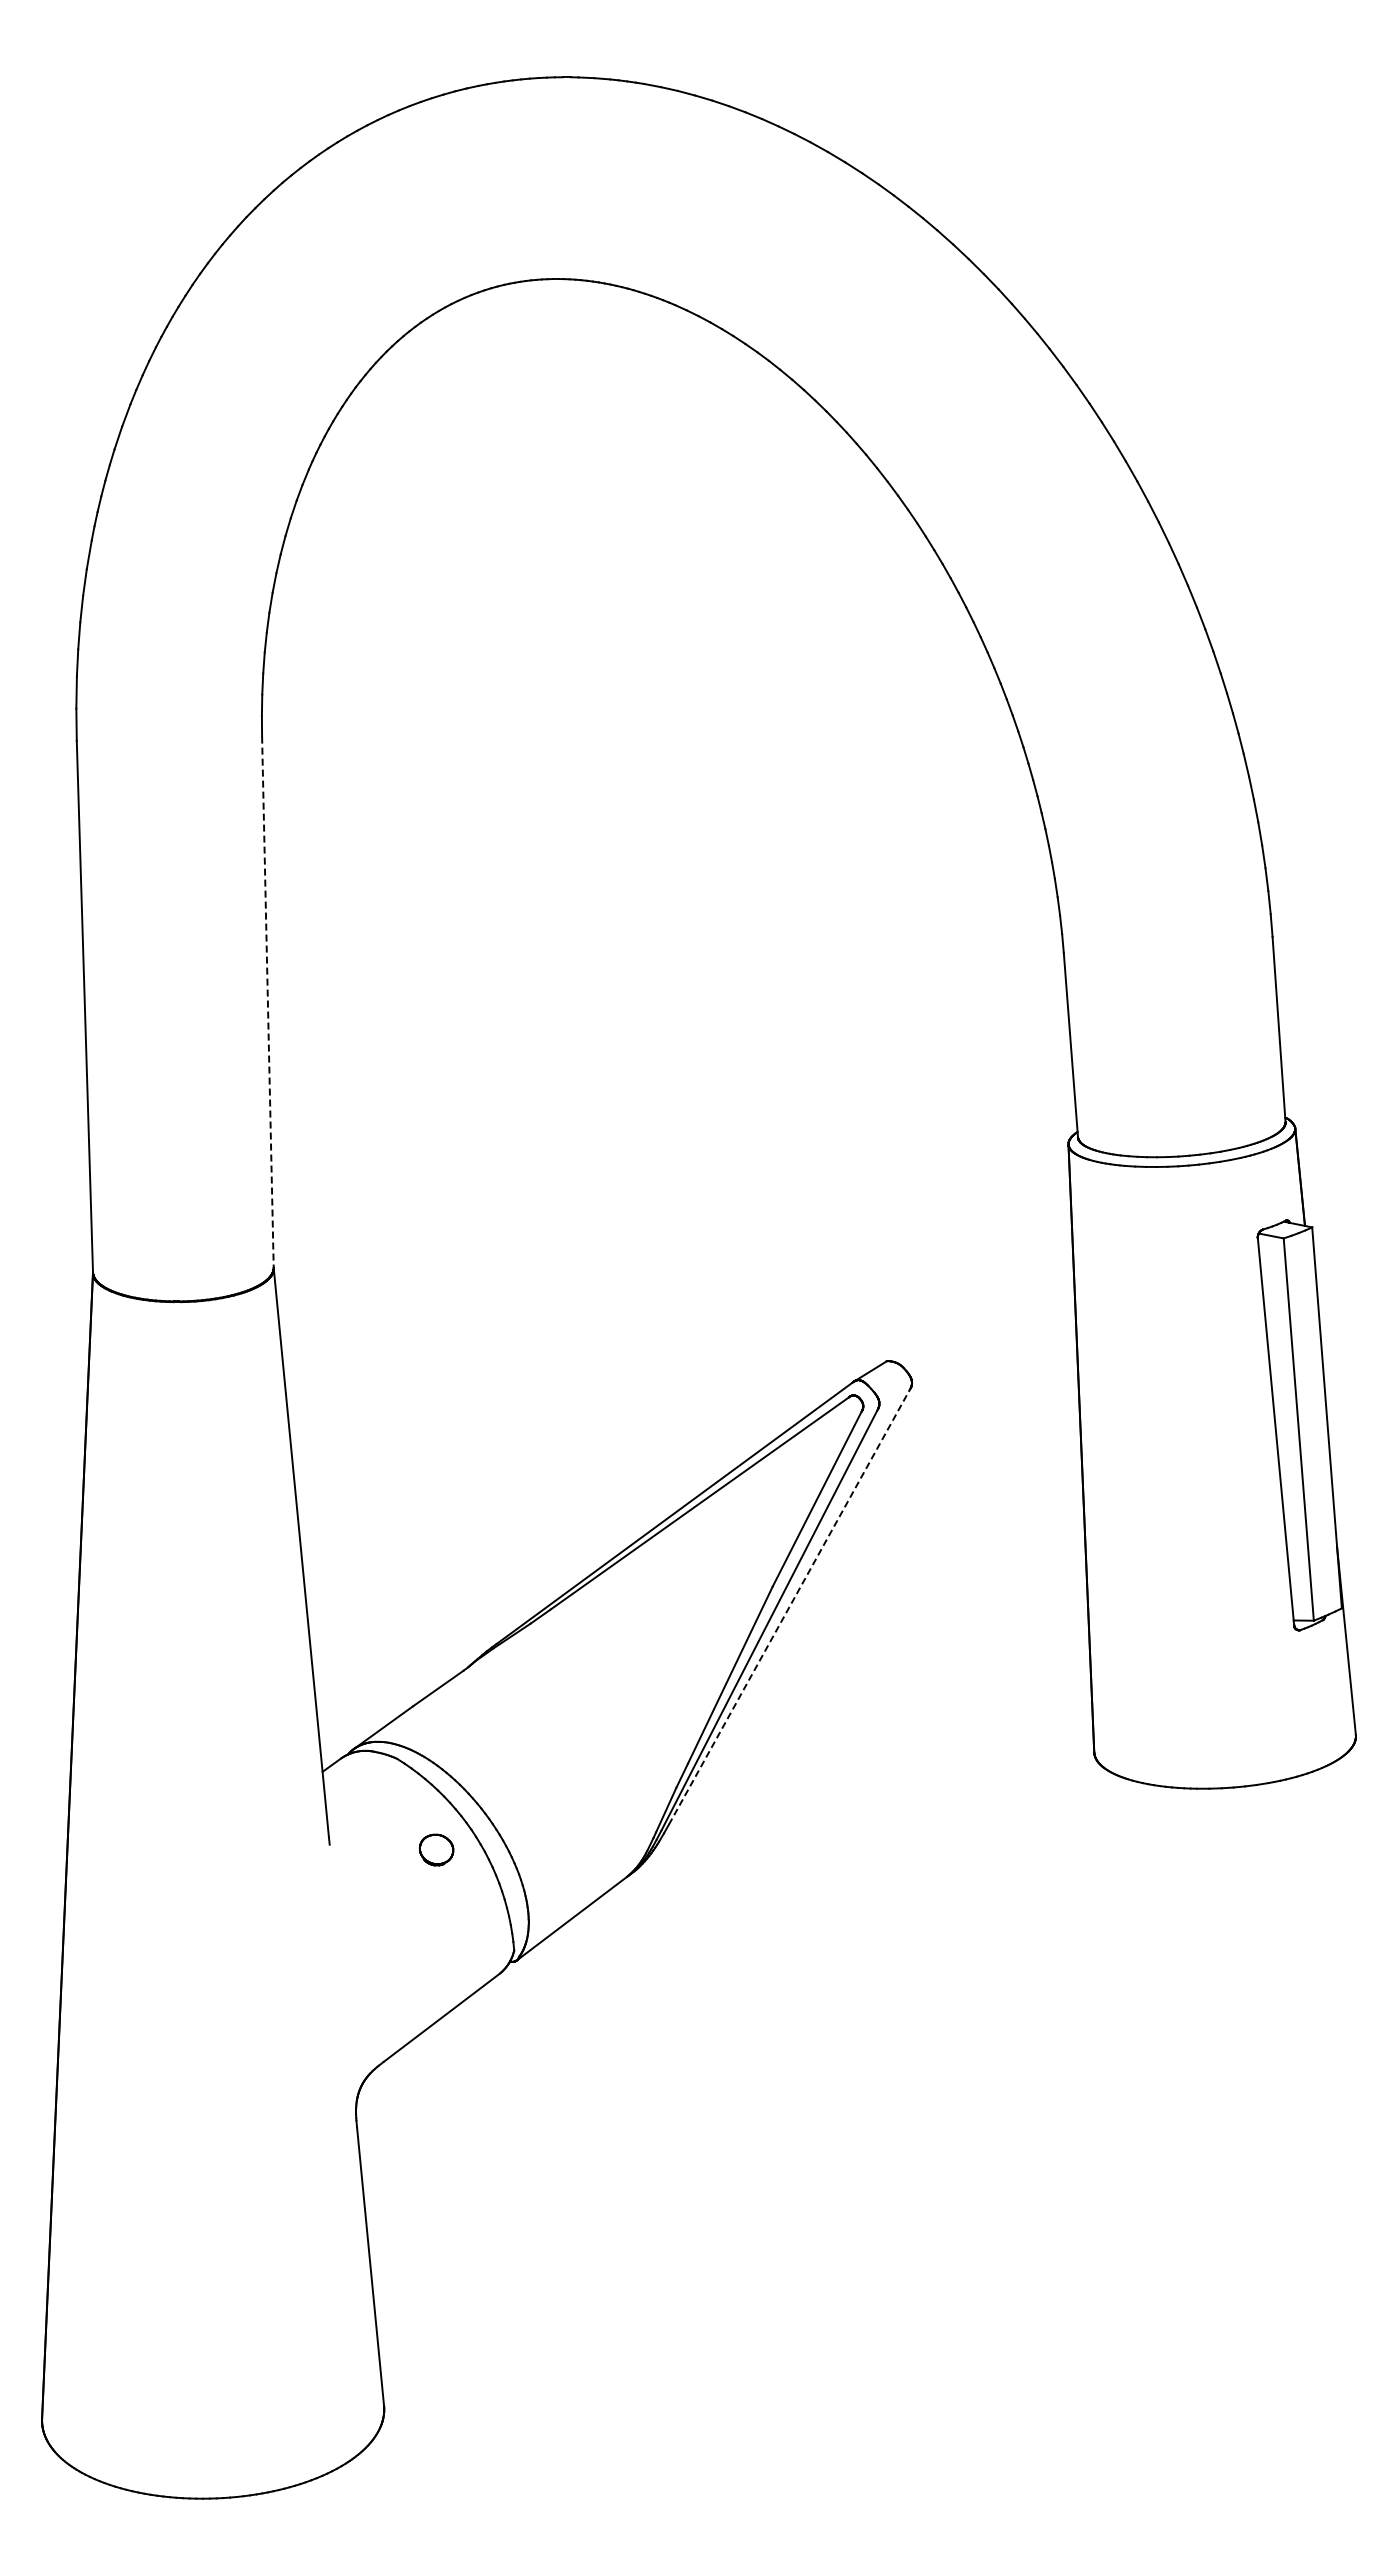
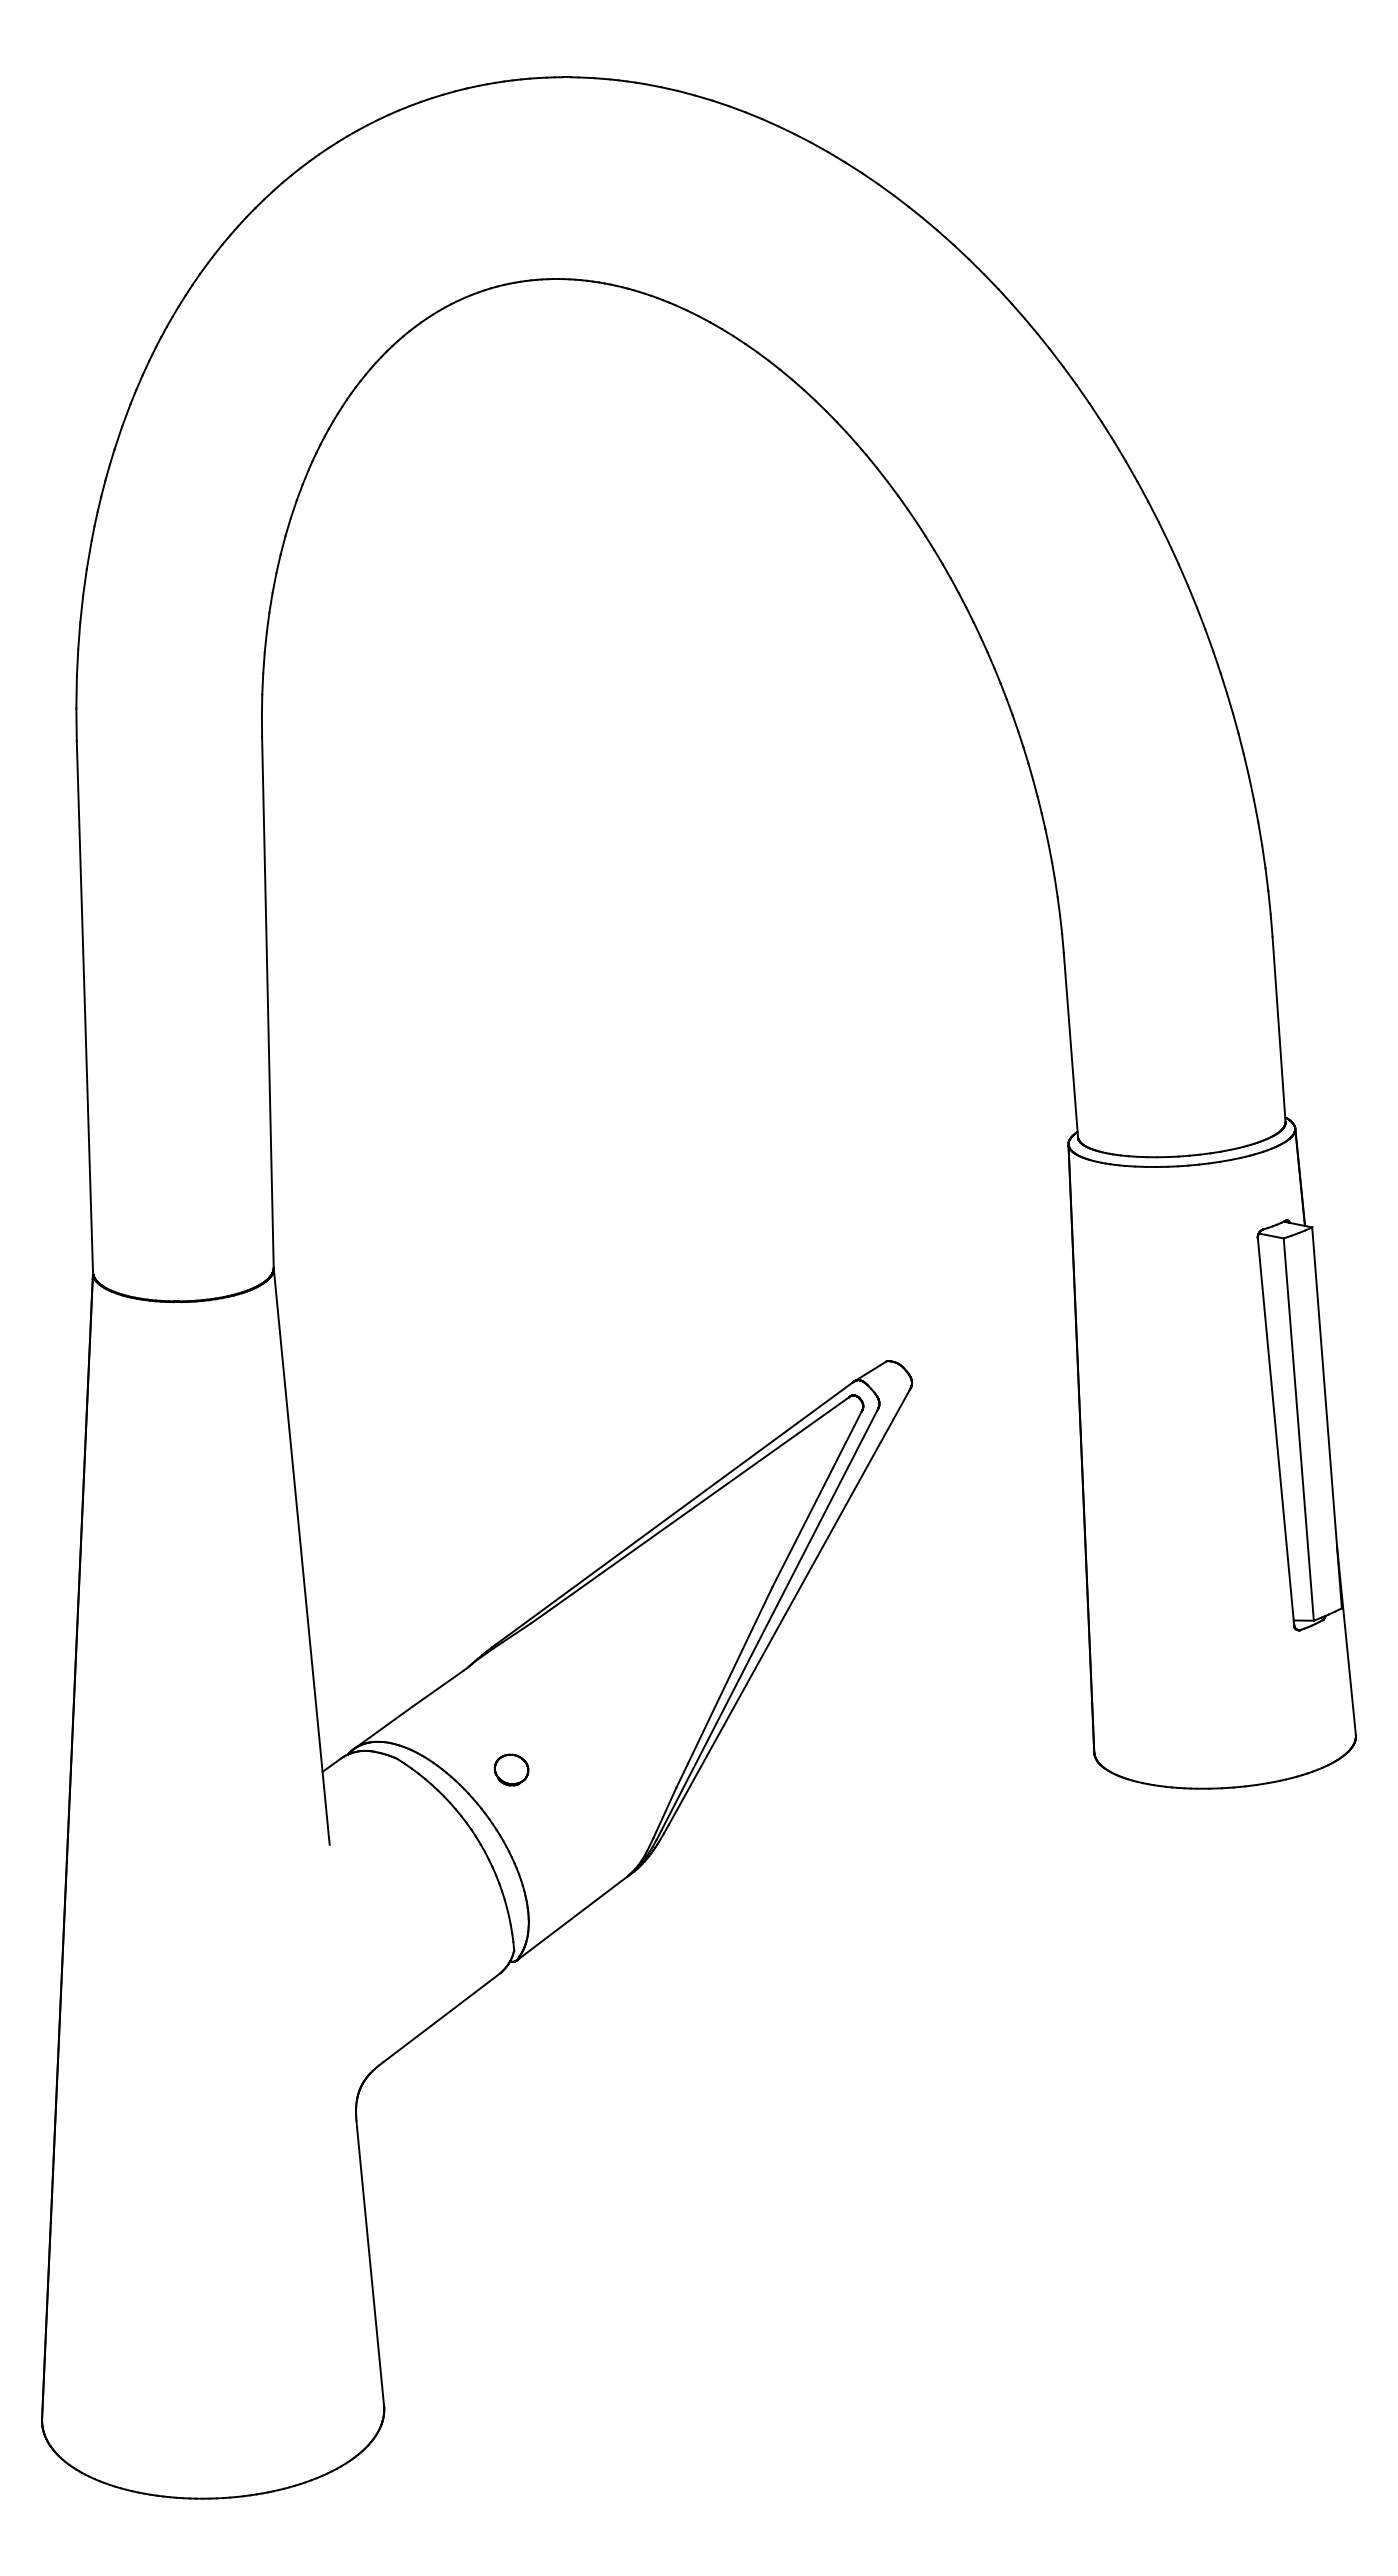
line at (267, 1002): dashed -> solid
line at (789, 1607): dashed -> solid
part at (436, 1849) position: (436, 1849) -> (511, 1769)
